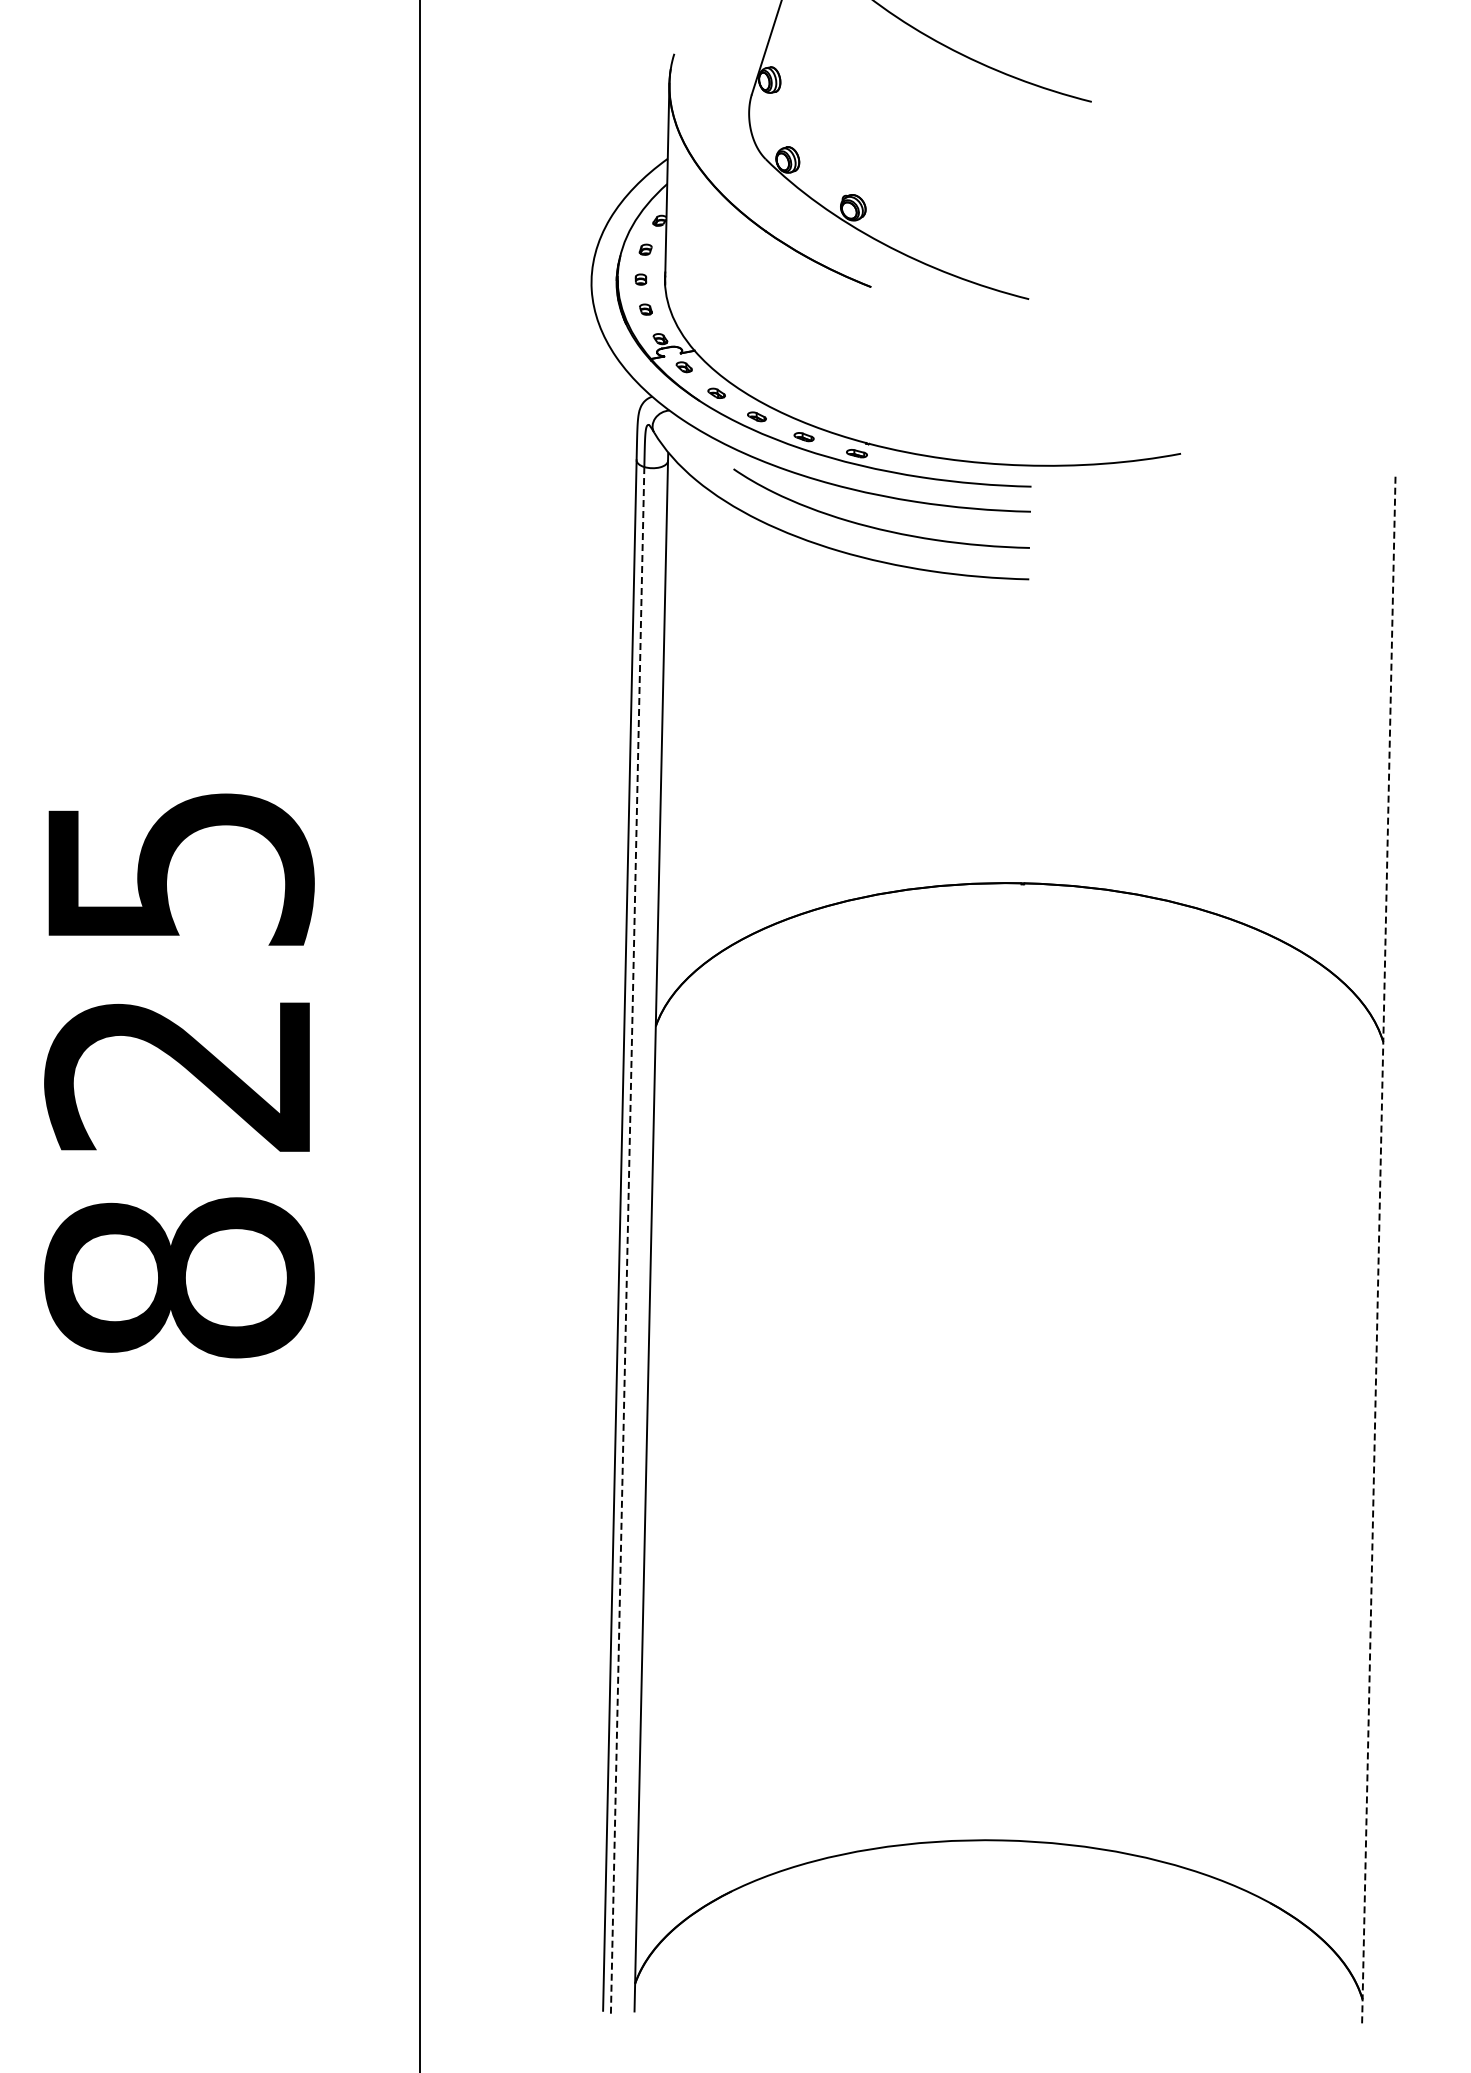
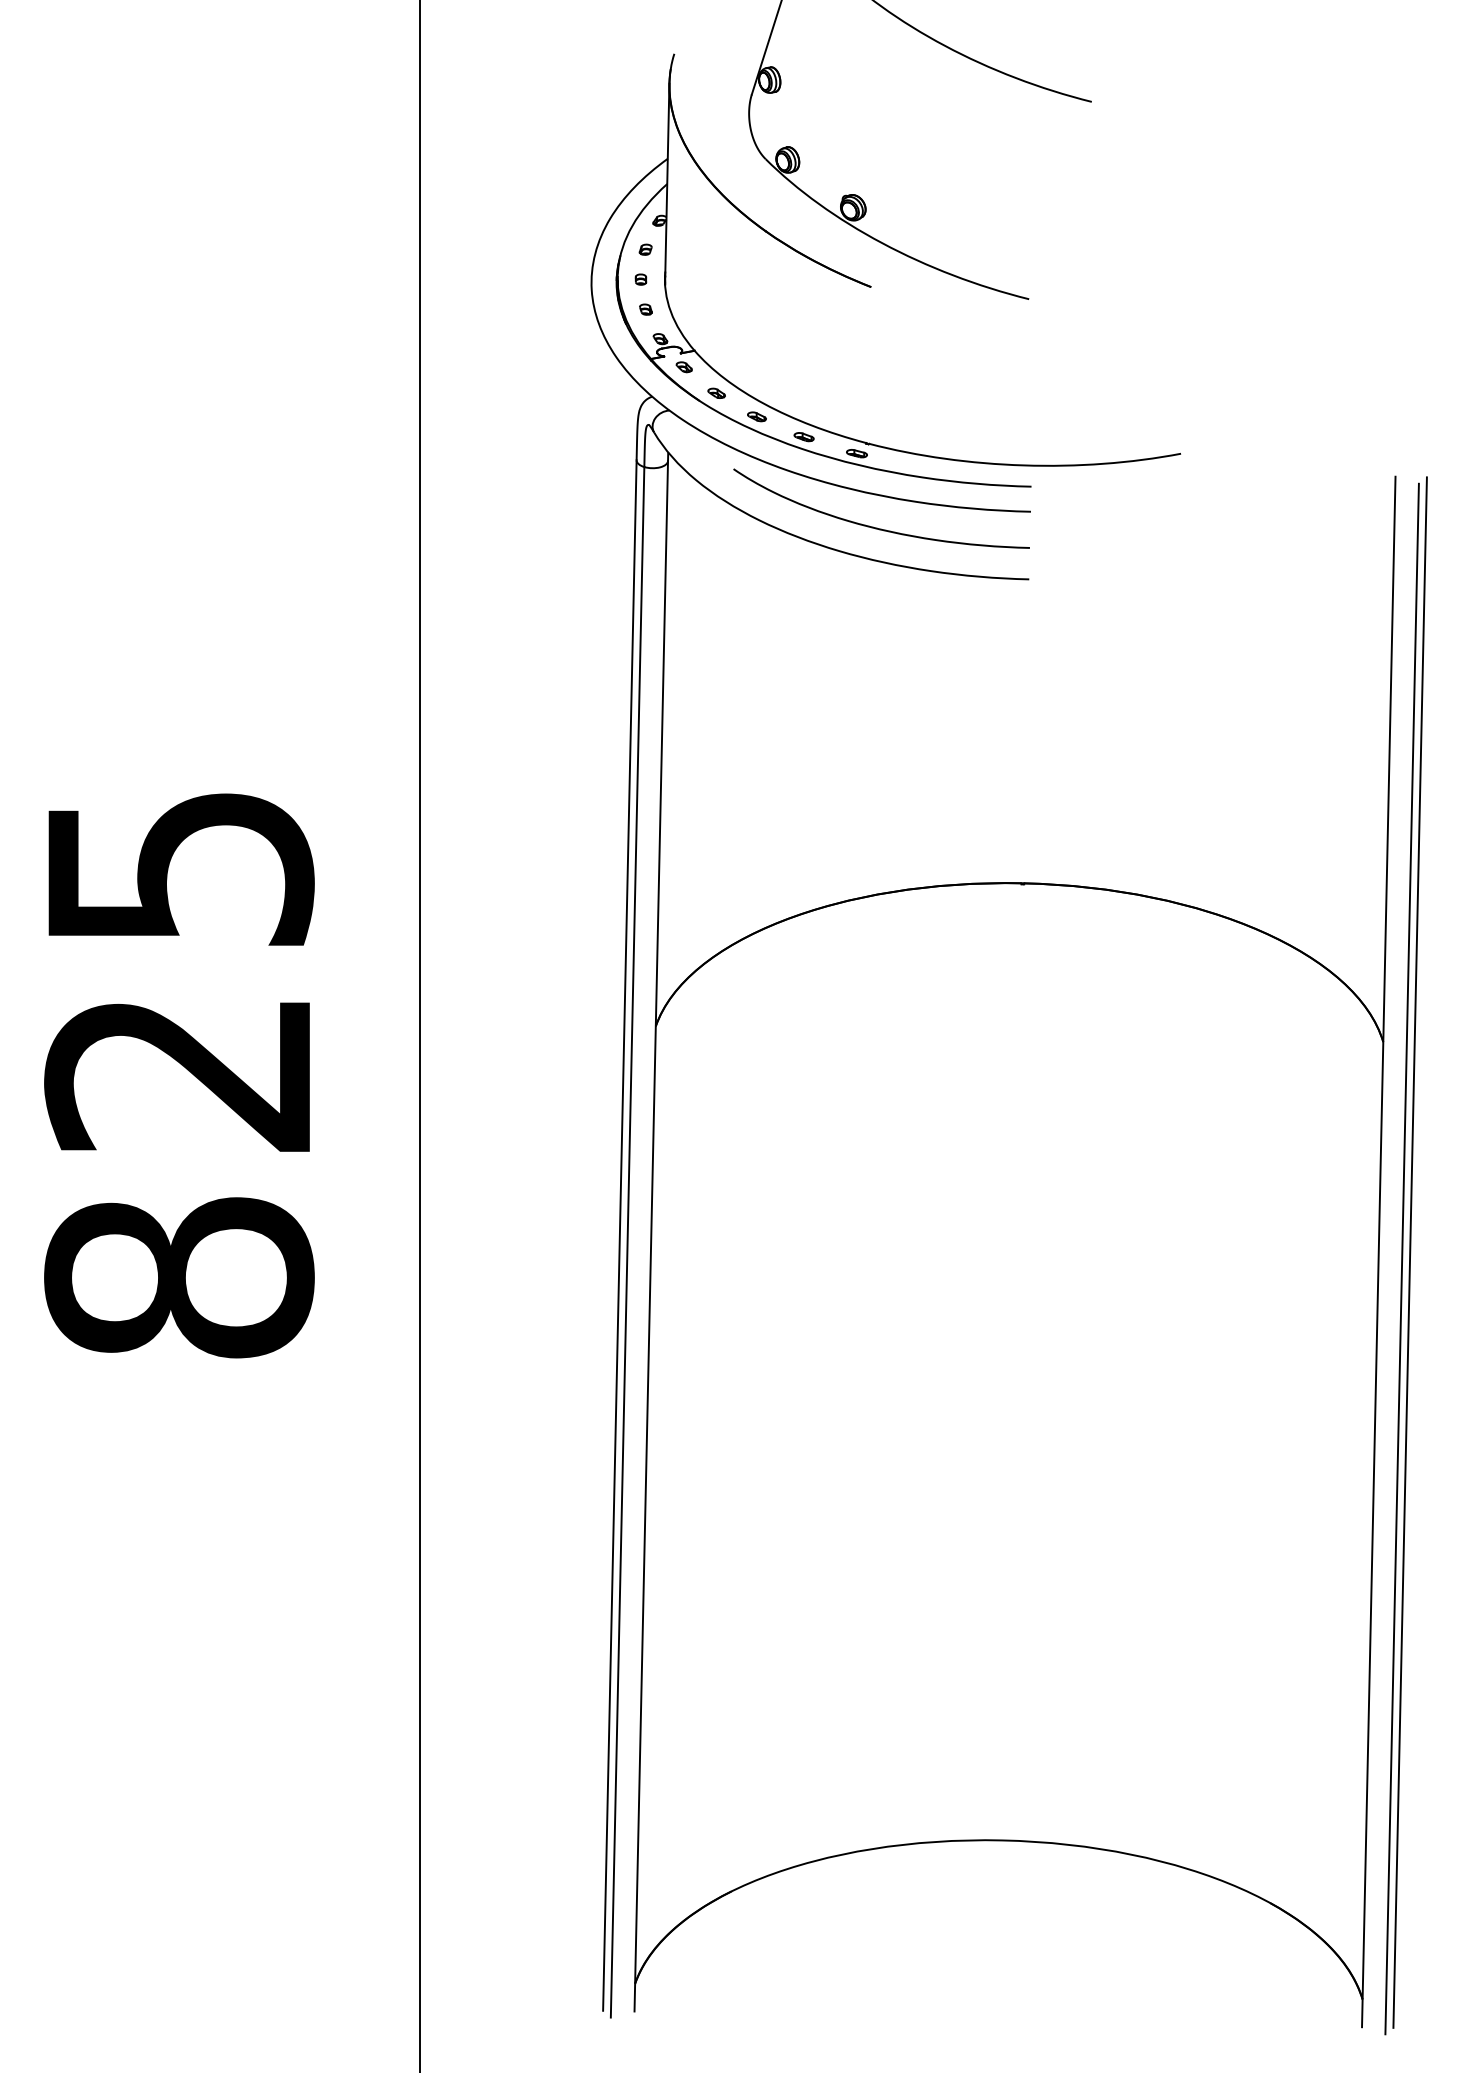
line at (627, 1242): dashed -> solid
line at (1378, 1252): dashed -> solid
line at (1409, 1252): none -> present
line at (1401, 1258): none -> present
